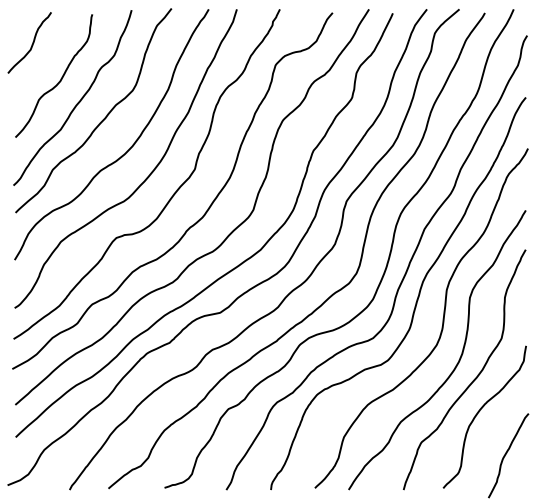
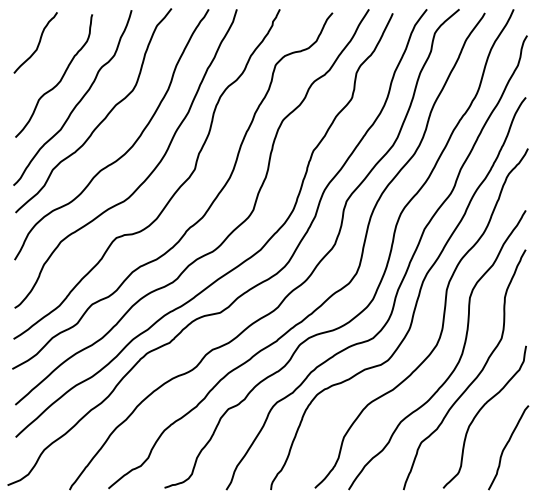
curve at (31, 44) position: (31, 44) -> (37, 44)
curve at (507, 453) position: (507, 453) -> (507, 445)
